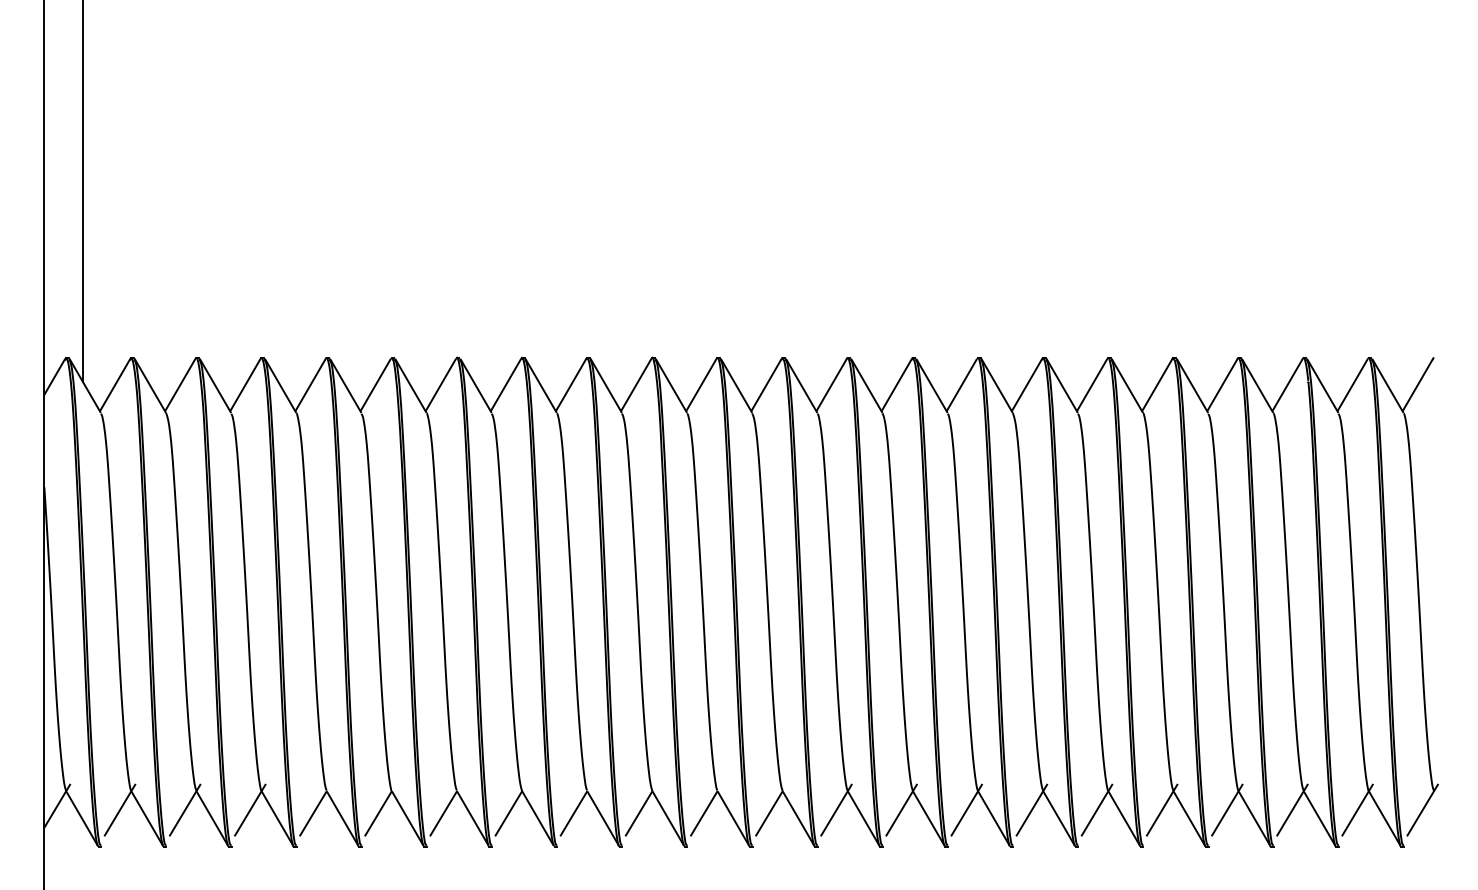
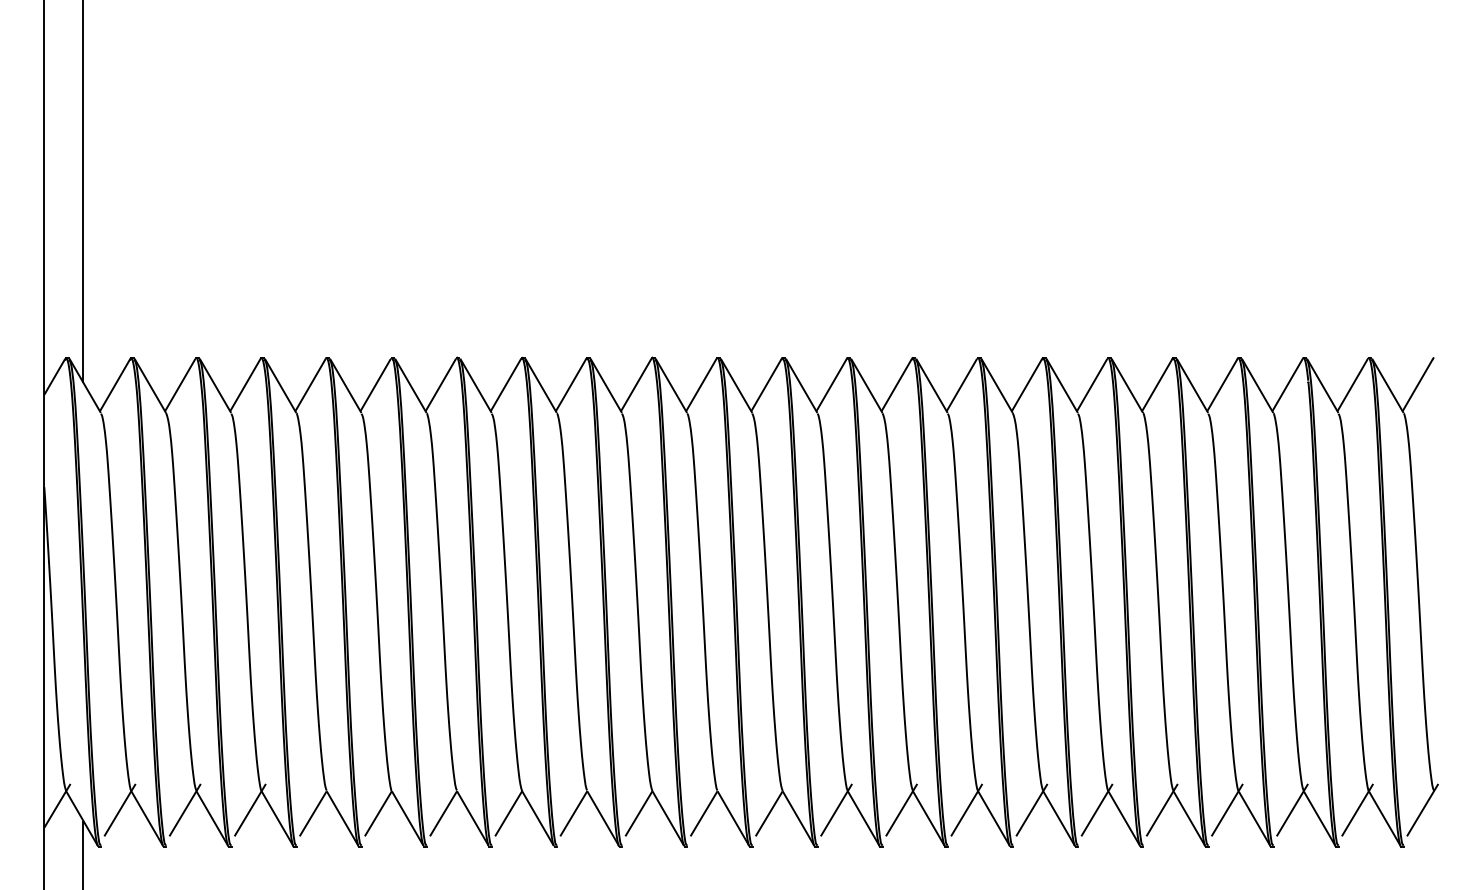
line at (83, 853): none -> present
